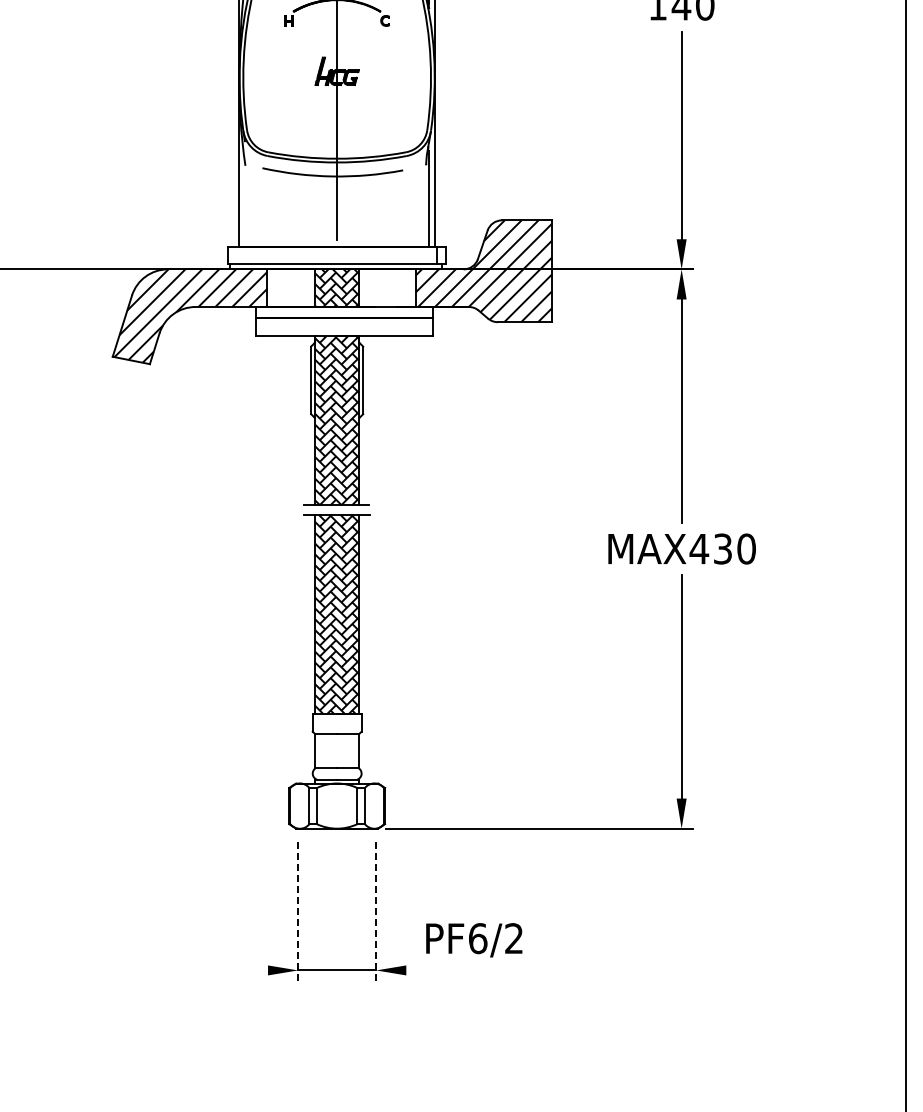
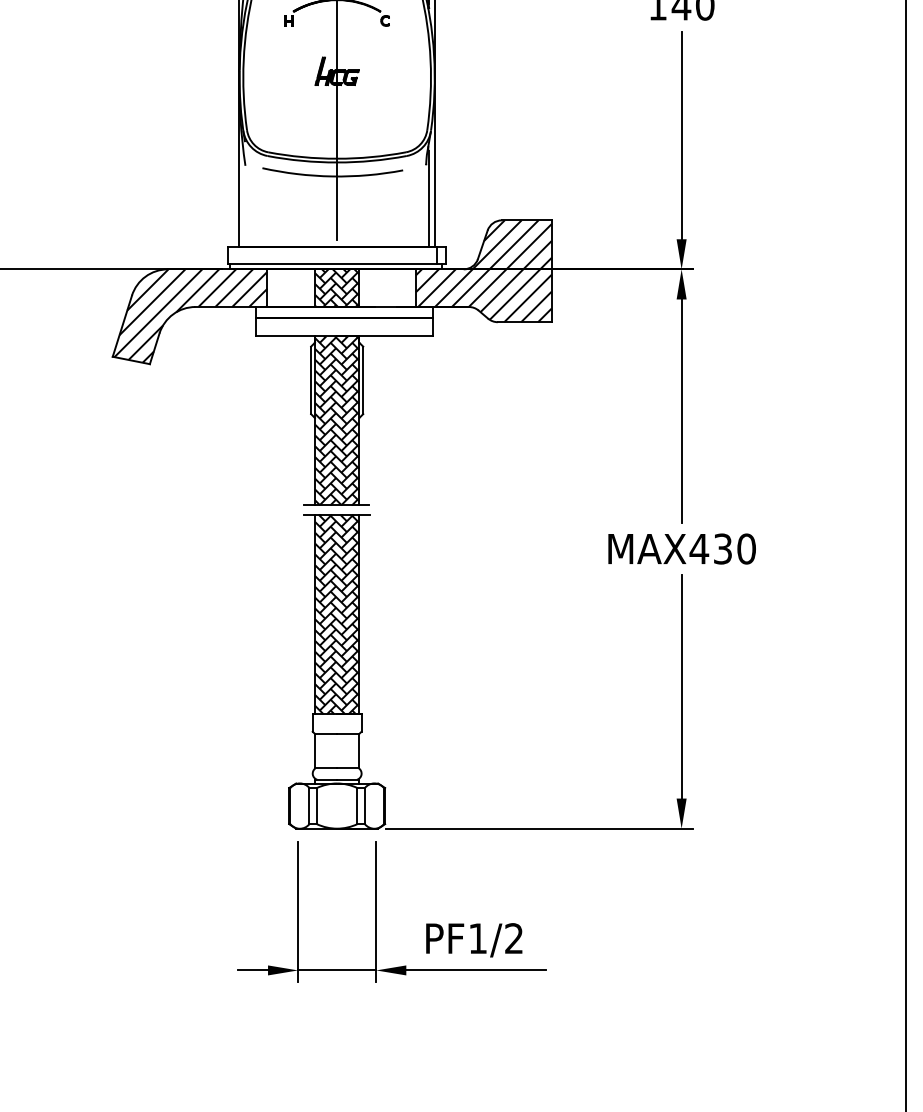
line at (298, 911): dashed -> solid
line at (376, 911): dashed -> solid
text at (478, 938): PF6/2 -> PF1/2
line at (252, 970): none -> present
line at (475, 970): none -> present
